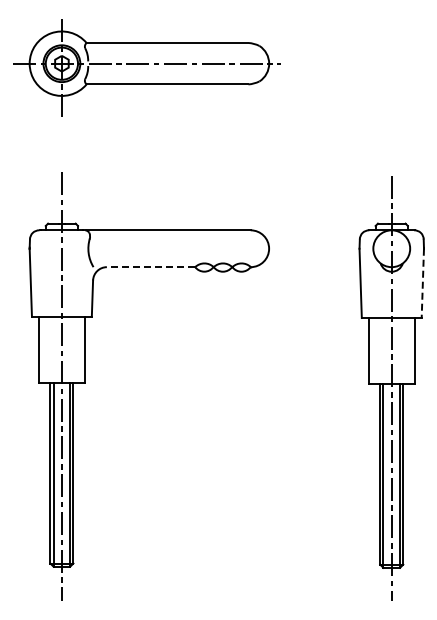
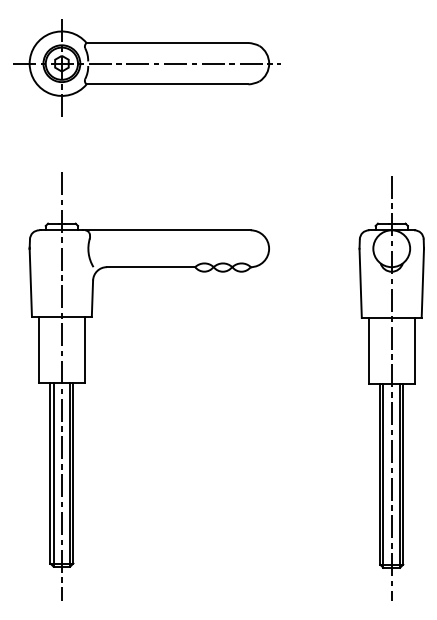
line at (150, 267): dashed -> solid
line at (422, 283): dashed -> solid
